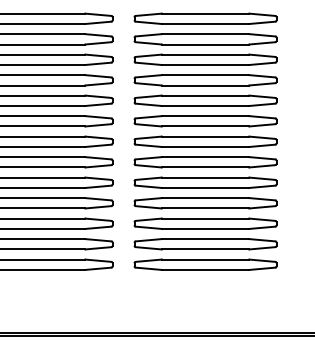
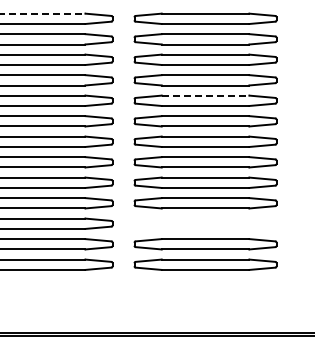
line at (43, 13): solid -> dashed
line at (206, 95): solid -> dashed
part at (205, 223): present -> none
